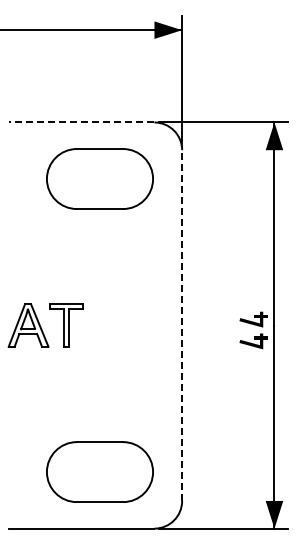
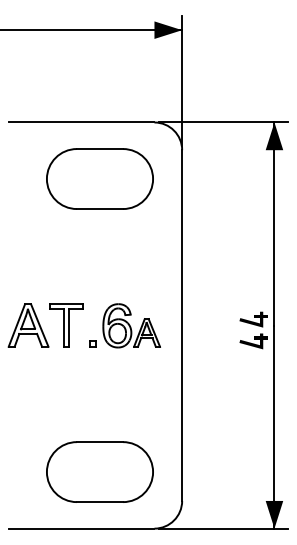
line at (81, 122): dashed -> solid
part at (124, 325): none -> present
line at (182, 325): dashed -> solid
